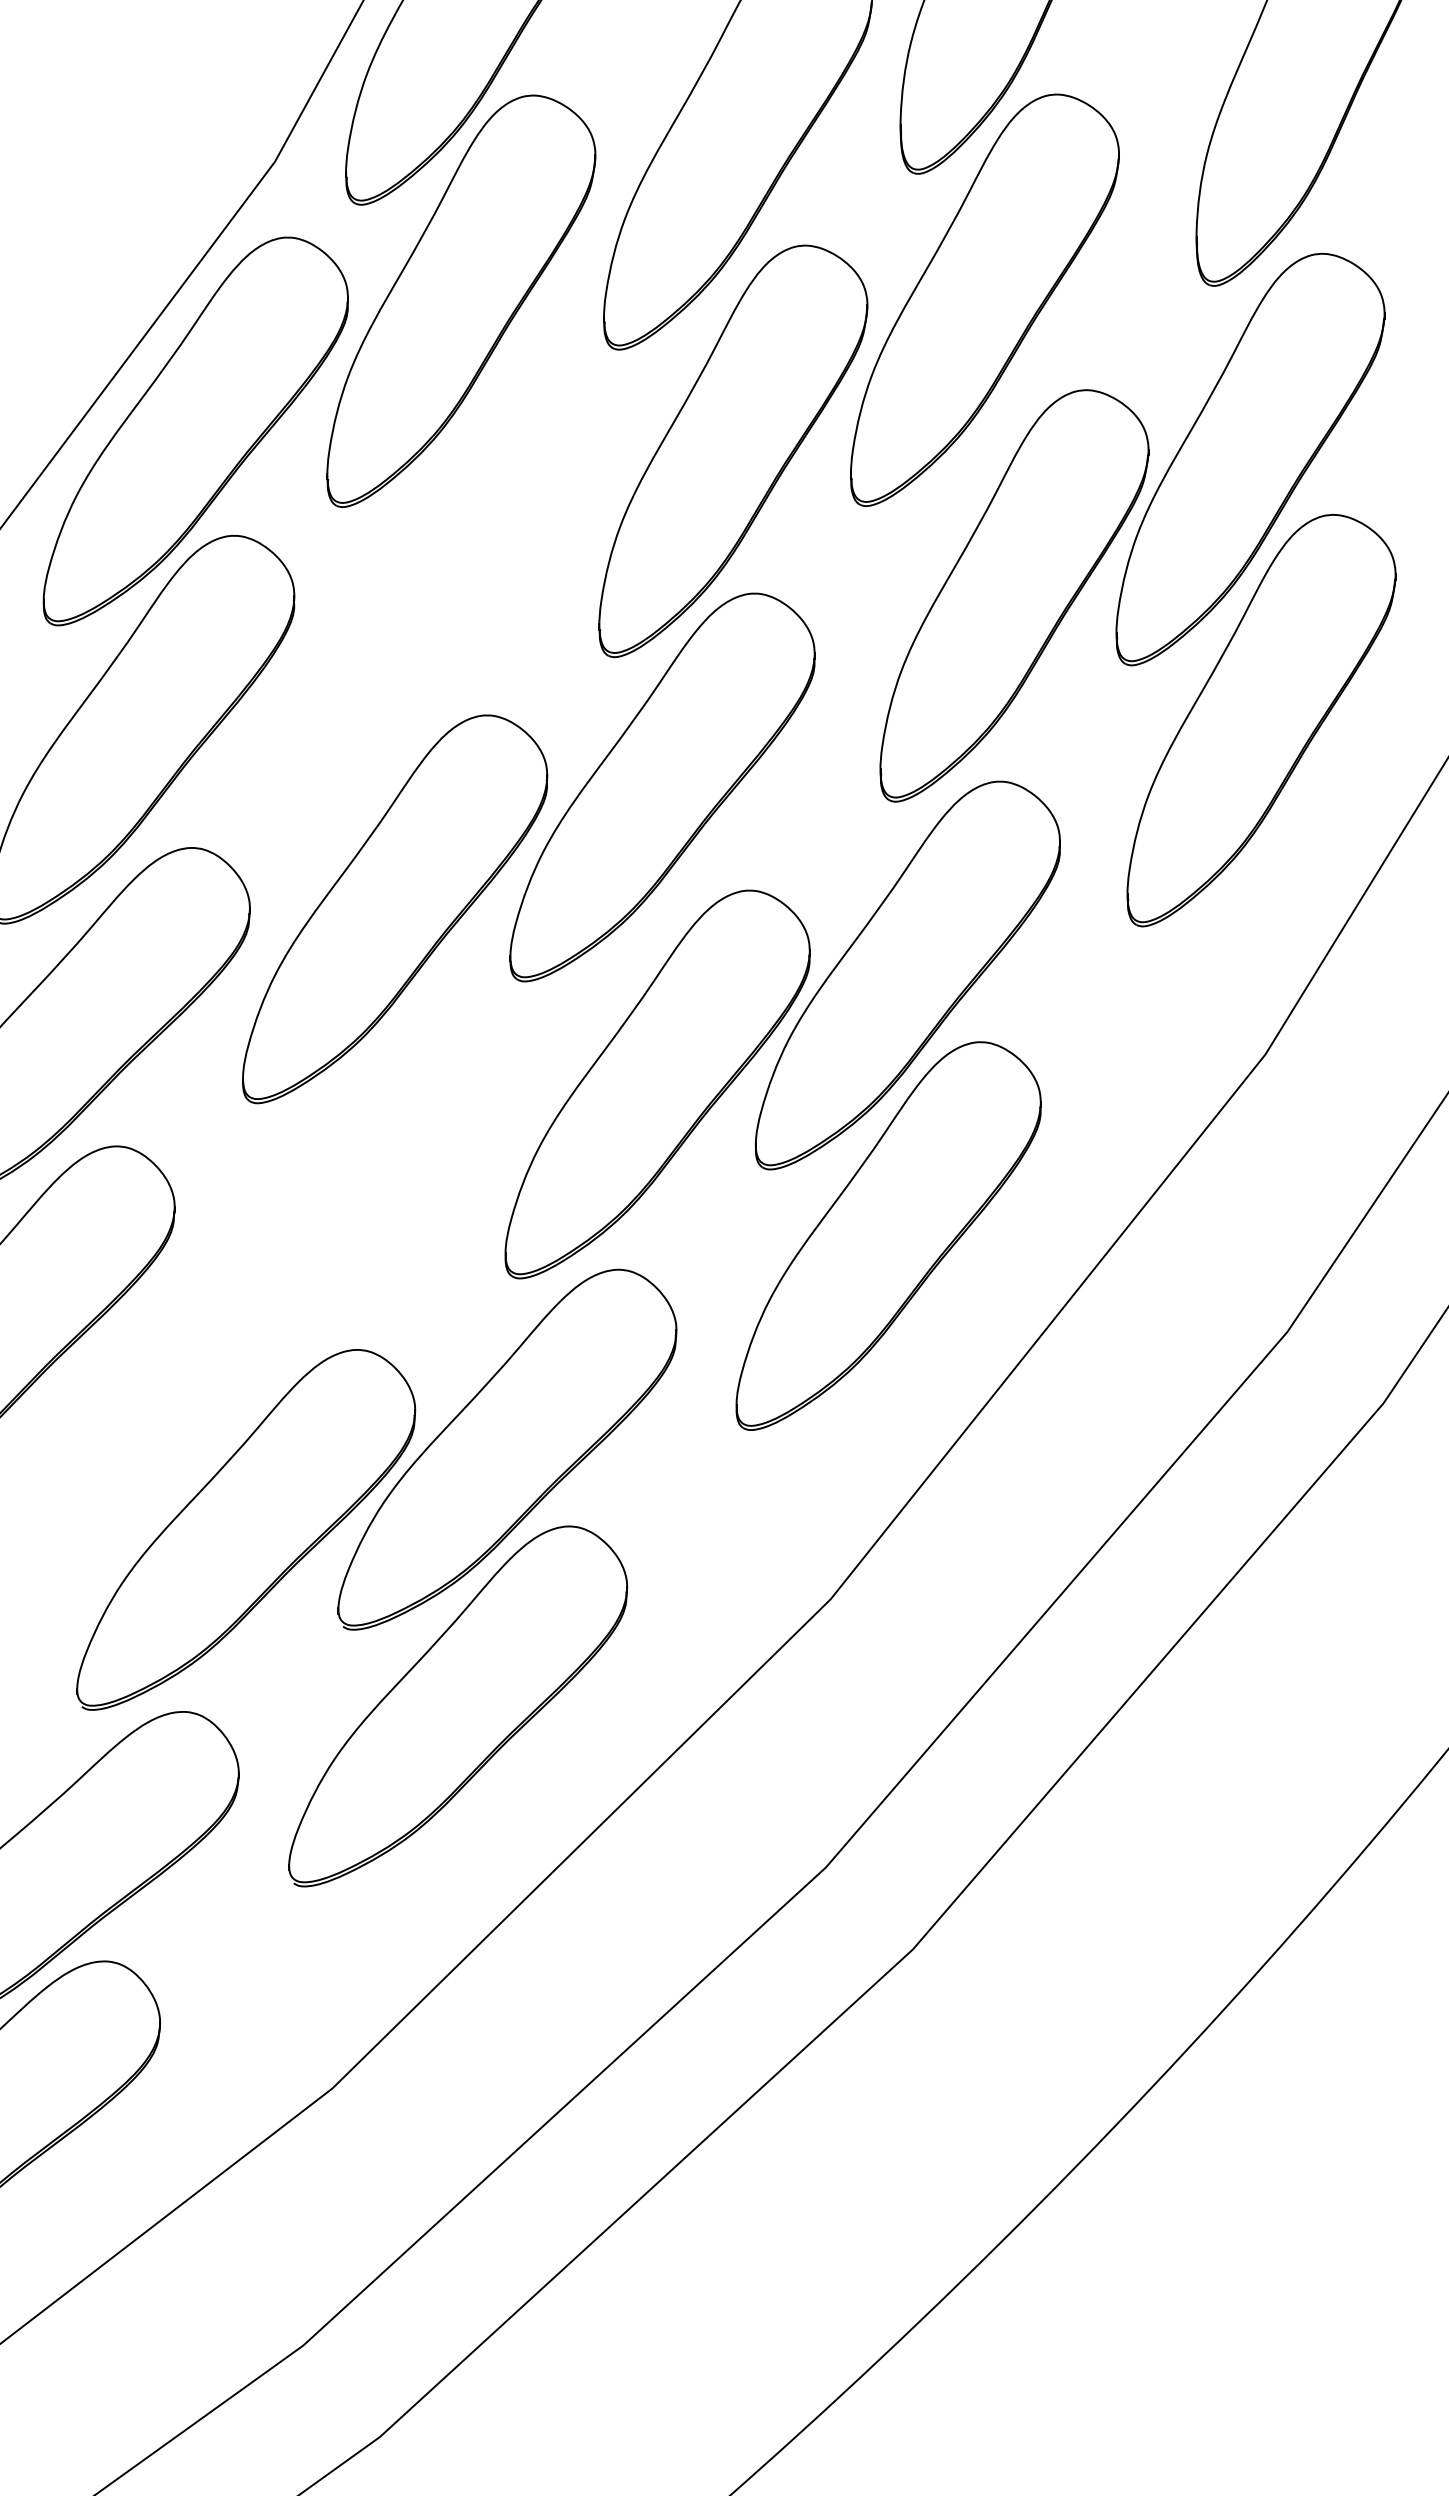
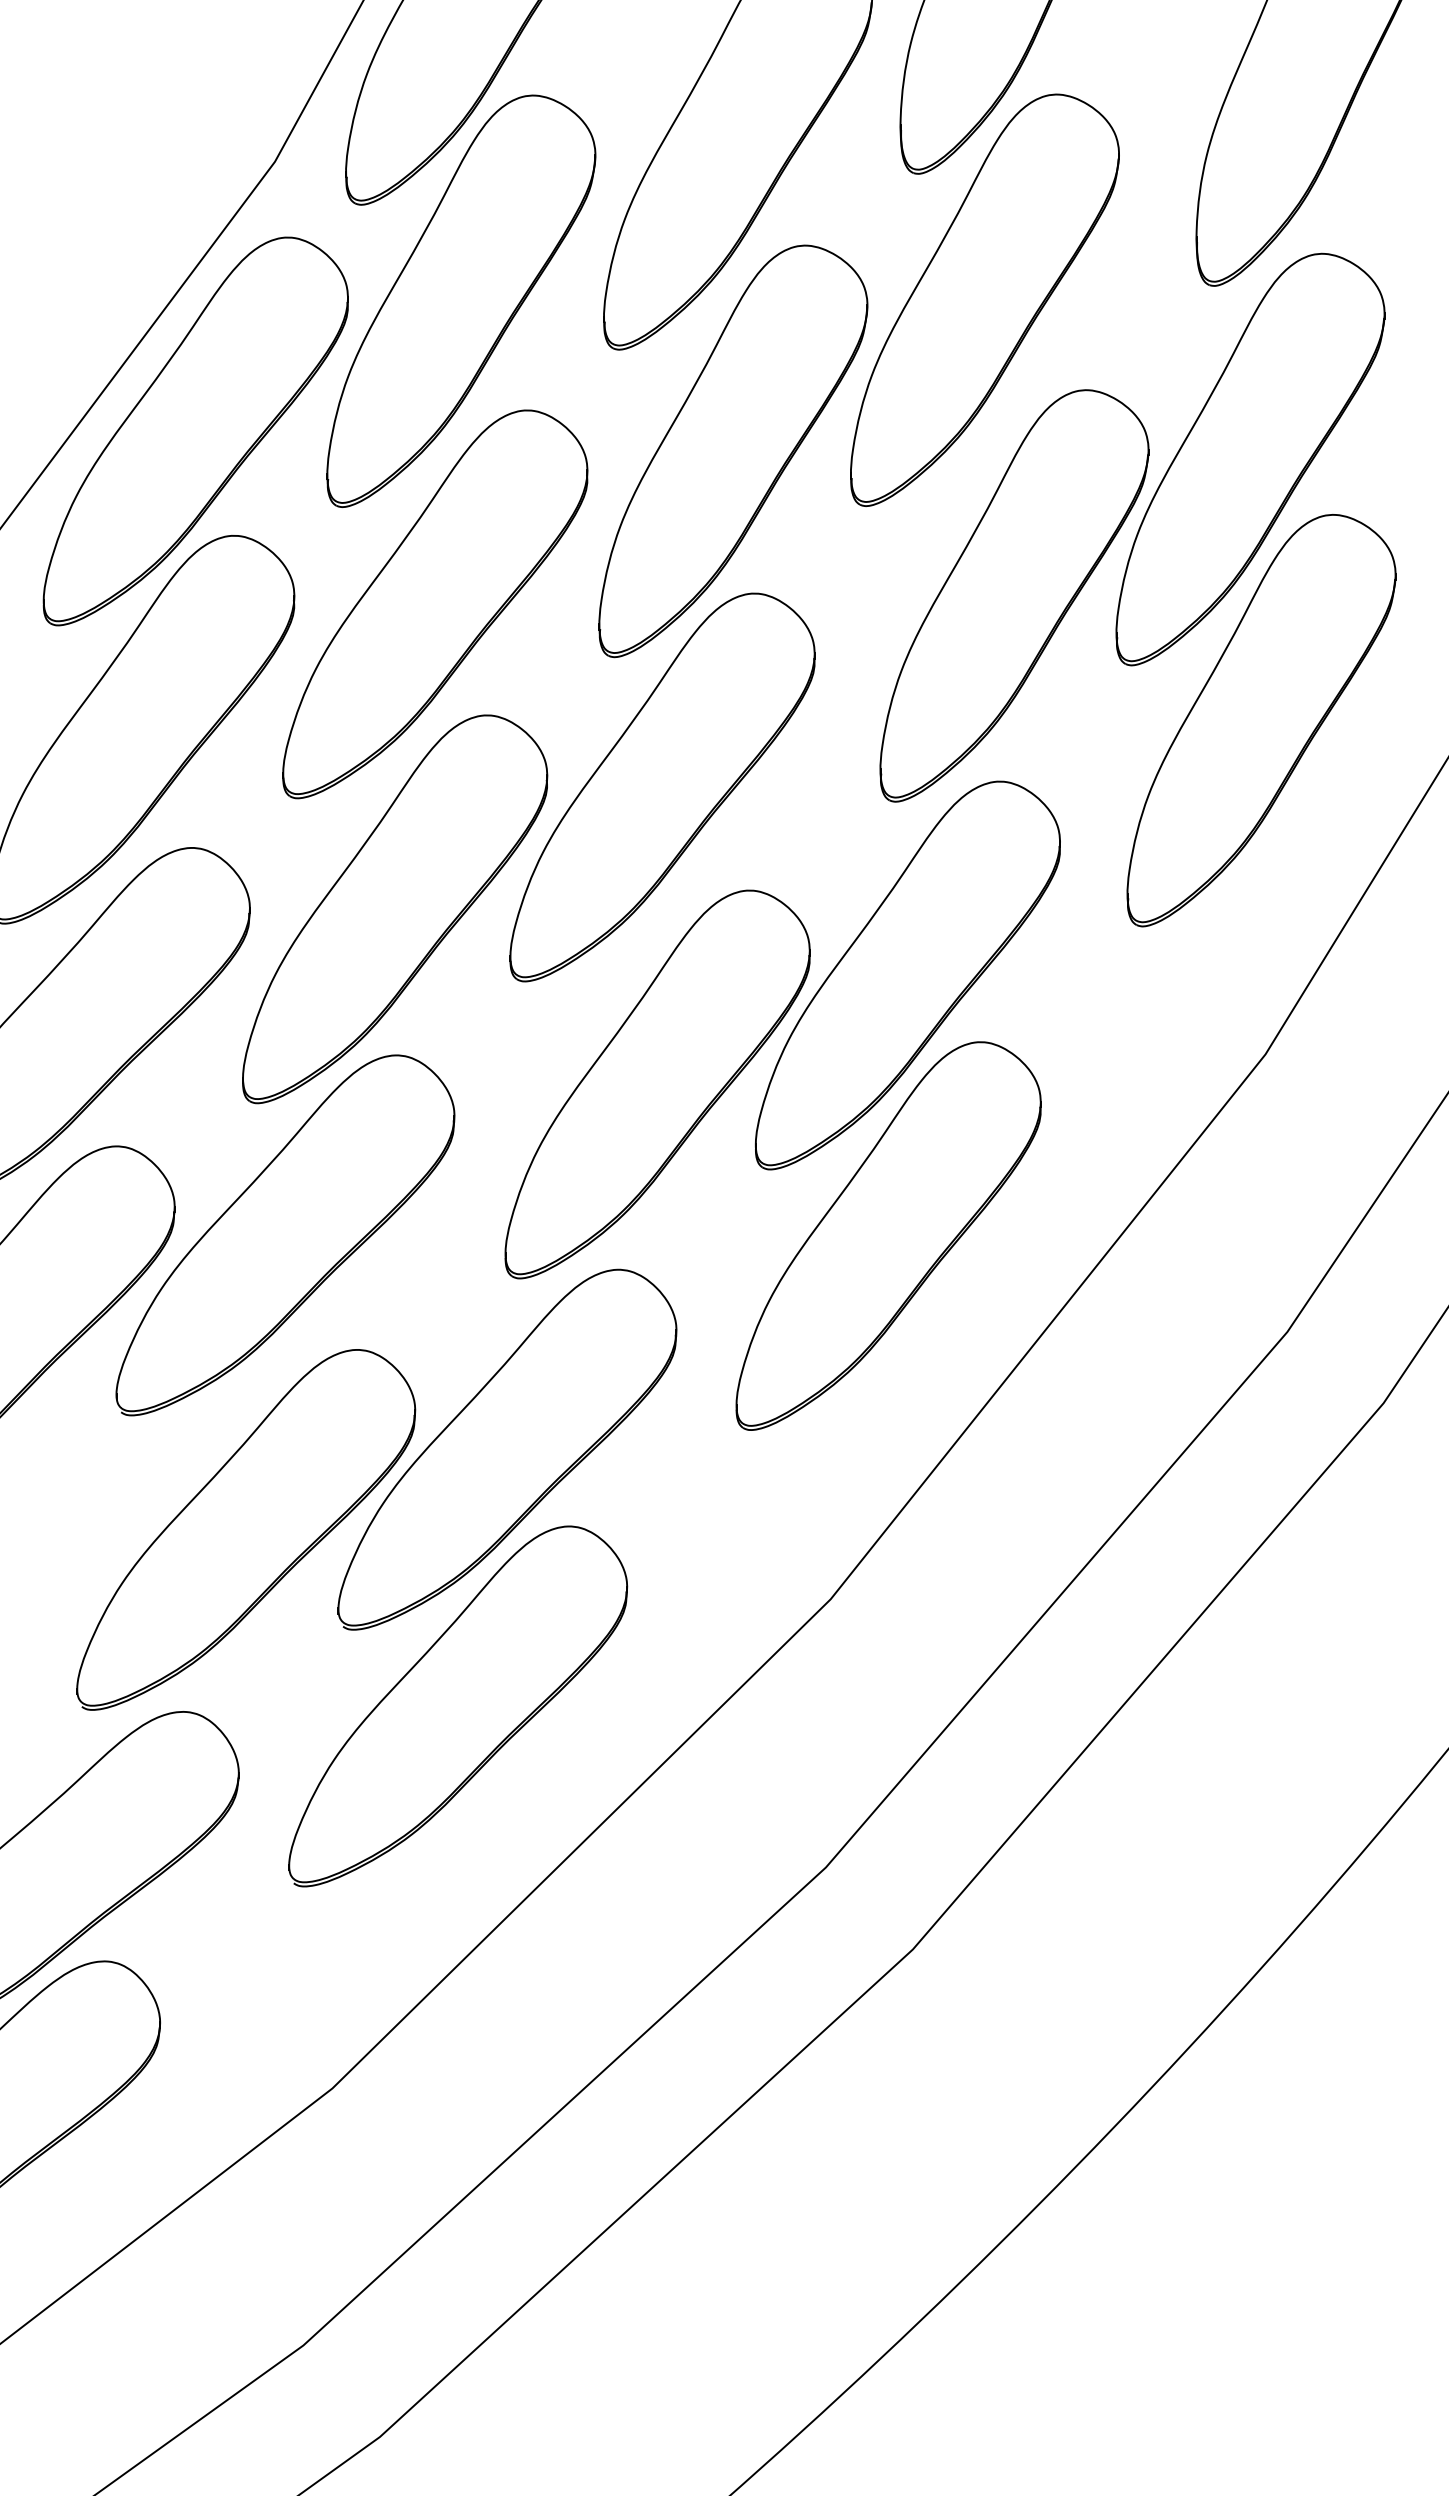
part at (435, 604): none -> present
part at (285, 1235): none -> present
